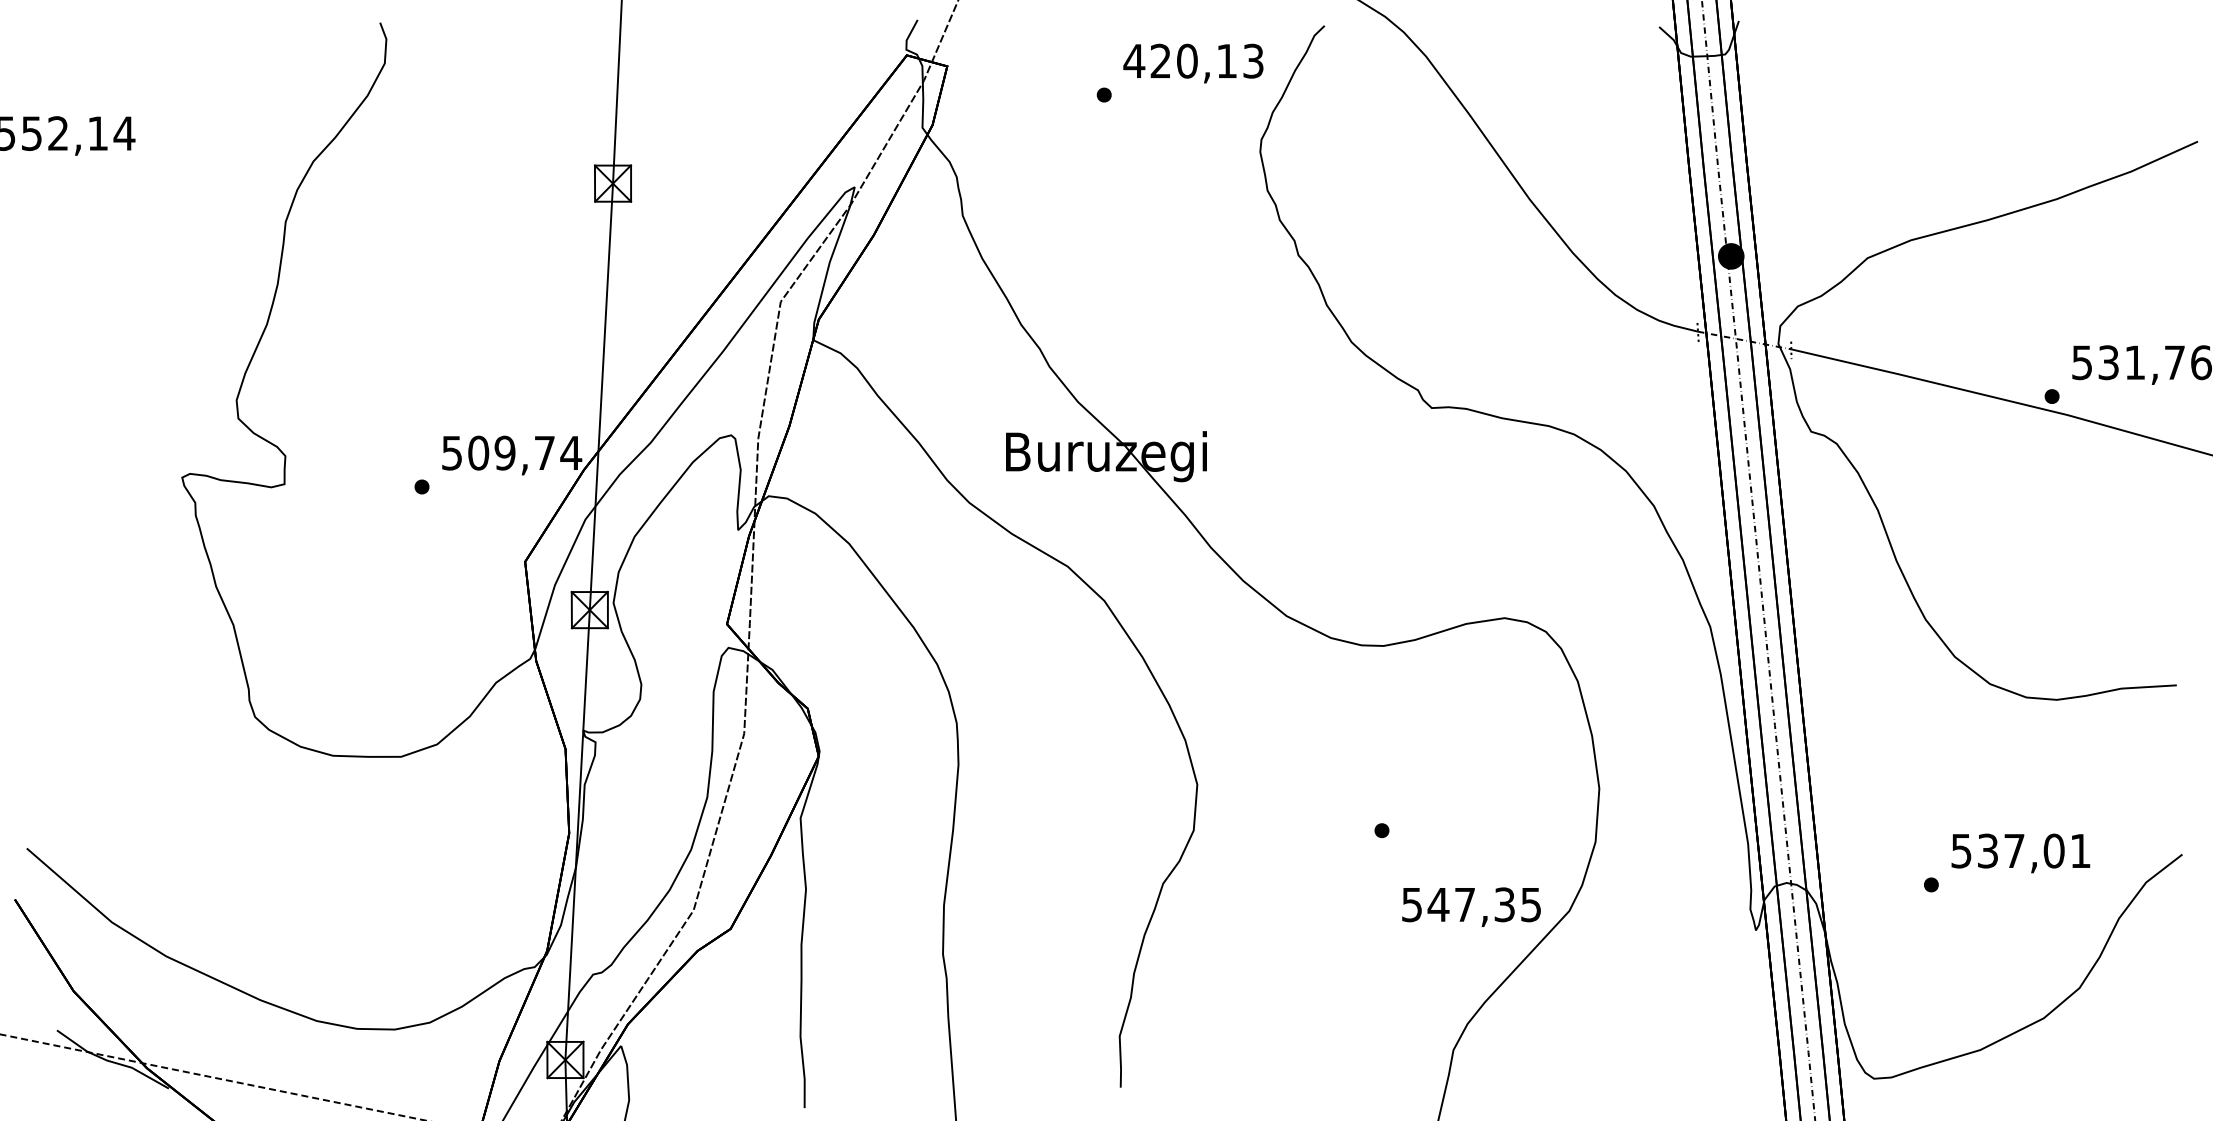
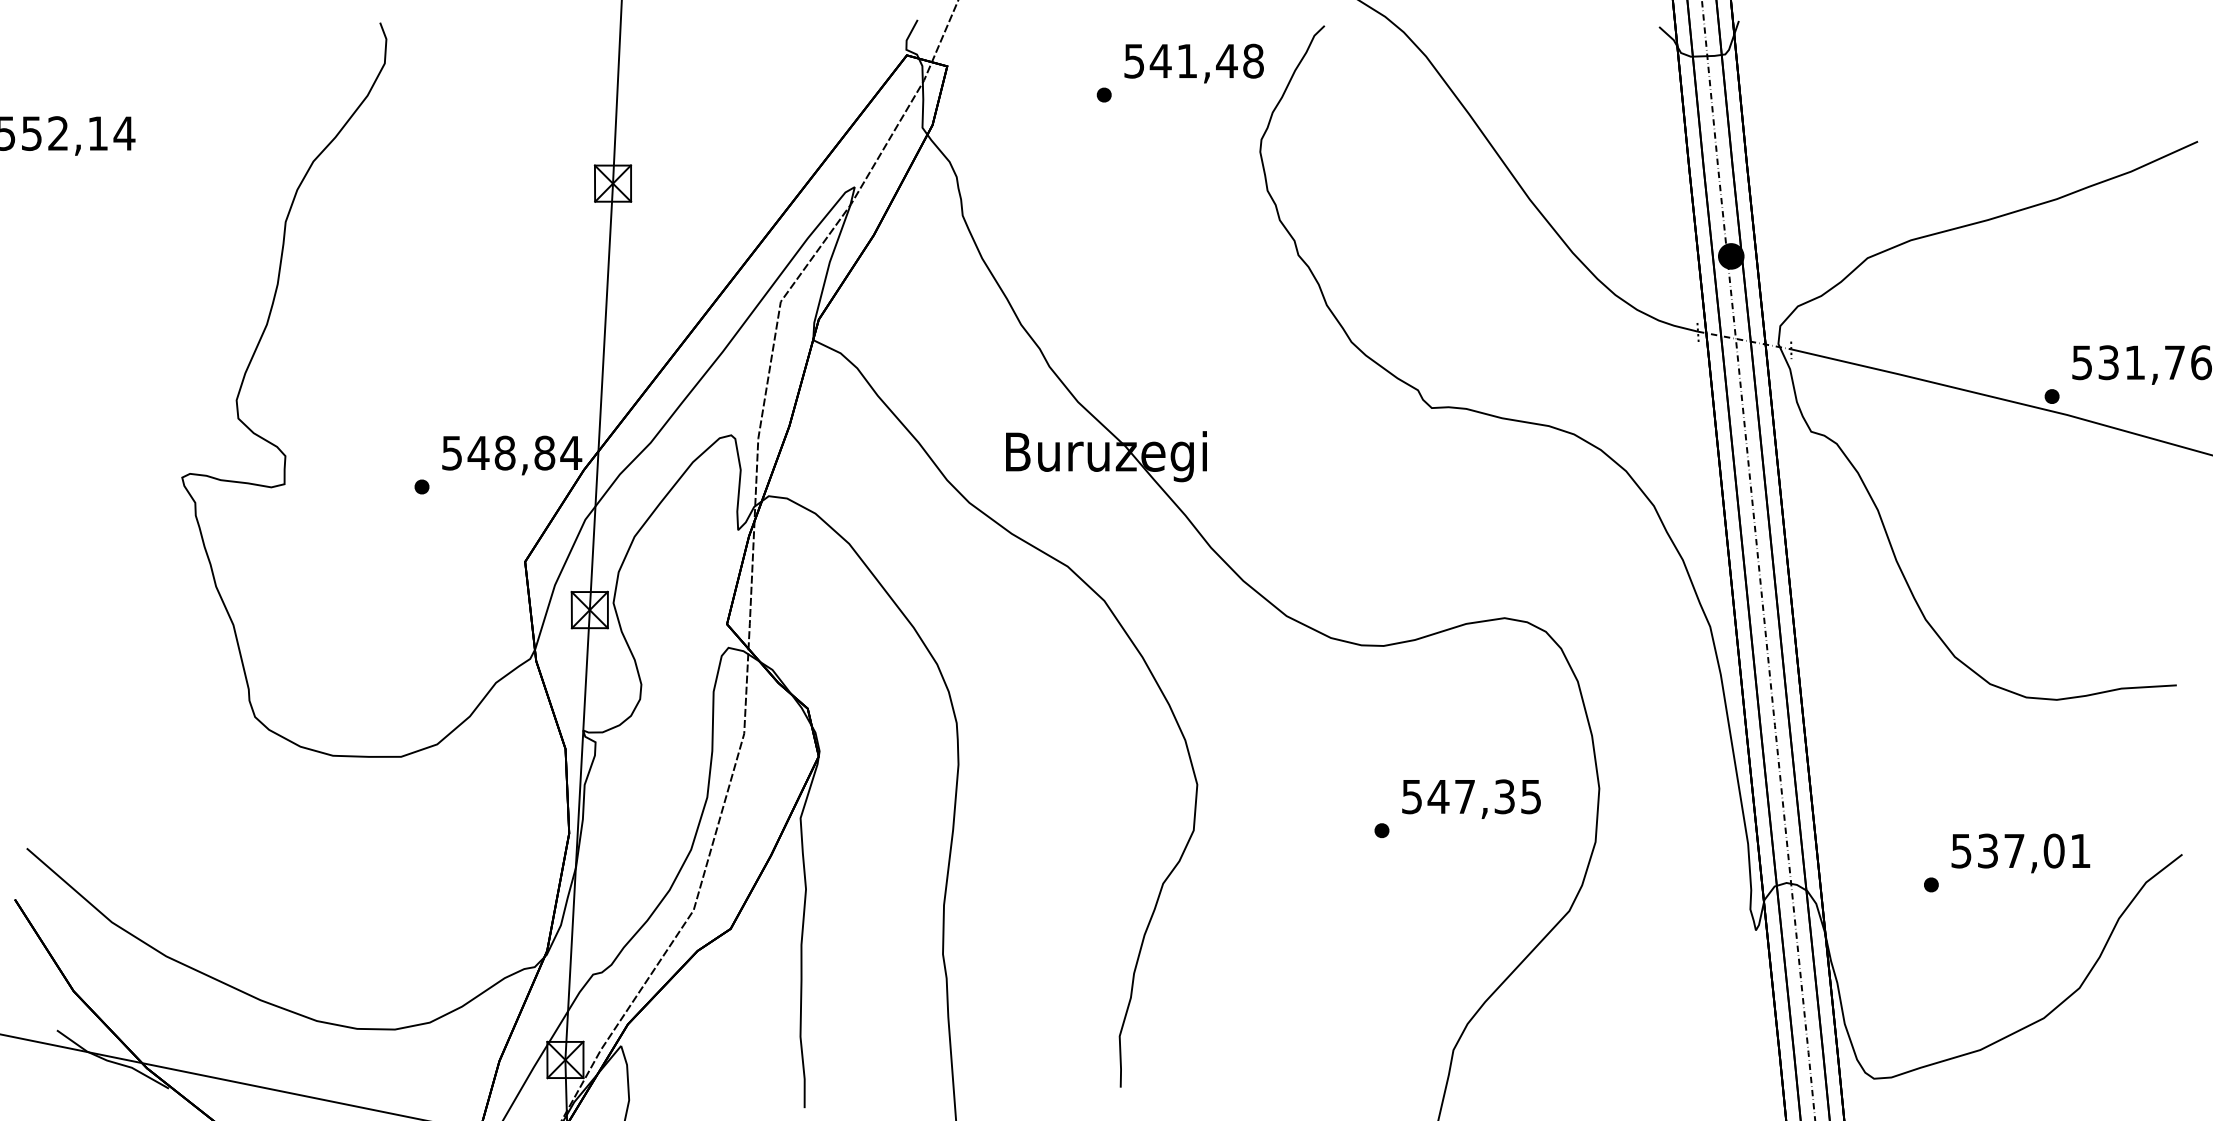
text at (1193, 60): 420,13 -> 541,48
text at (511, 452): 509,74 -> 548,84
text at (1471, 906) position: (1471, 906) -> (1471, 798)
line at (214, 1077): dashed -> solid
